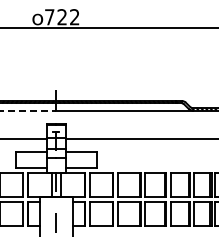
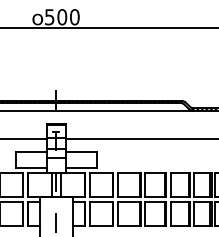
text at (62, 17): 722 -> 500
line at (28, 110): dashed -> solid
